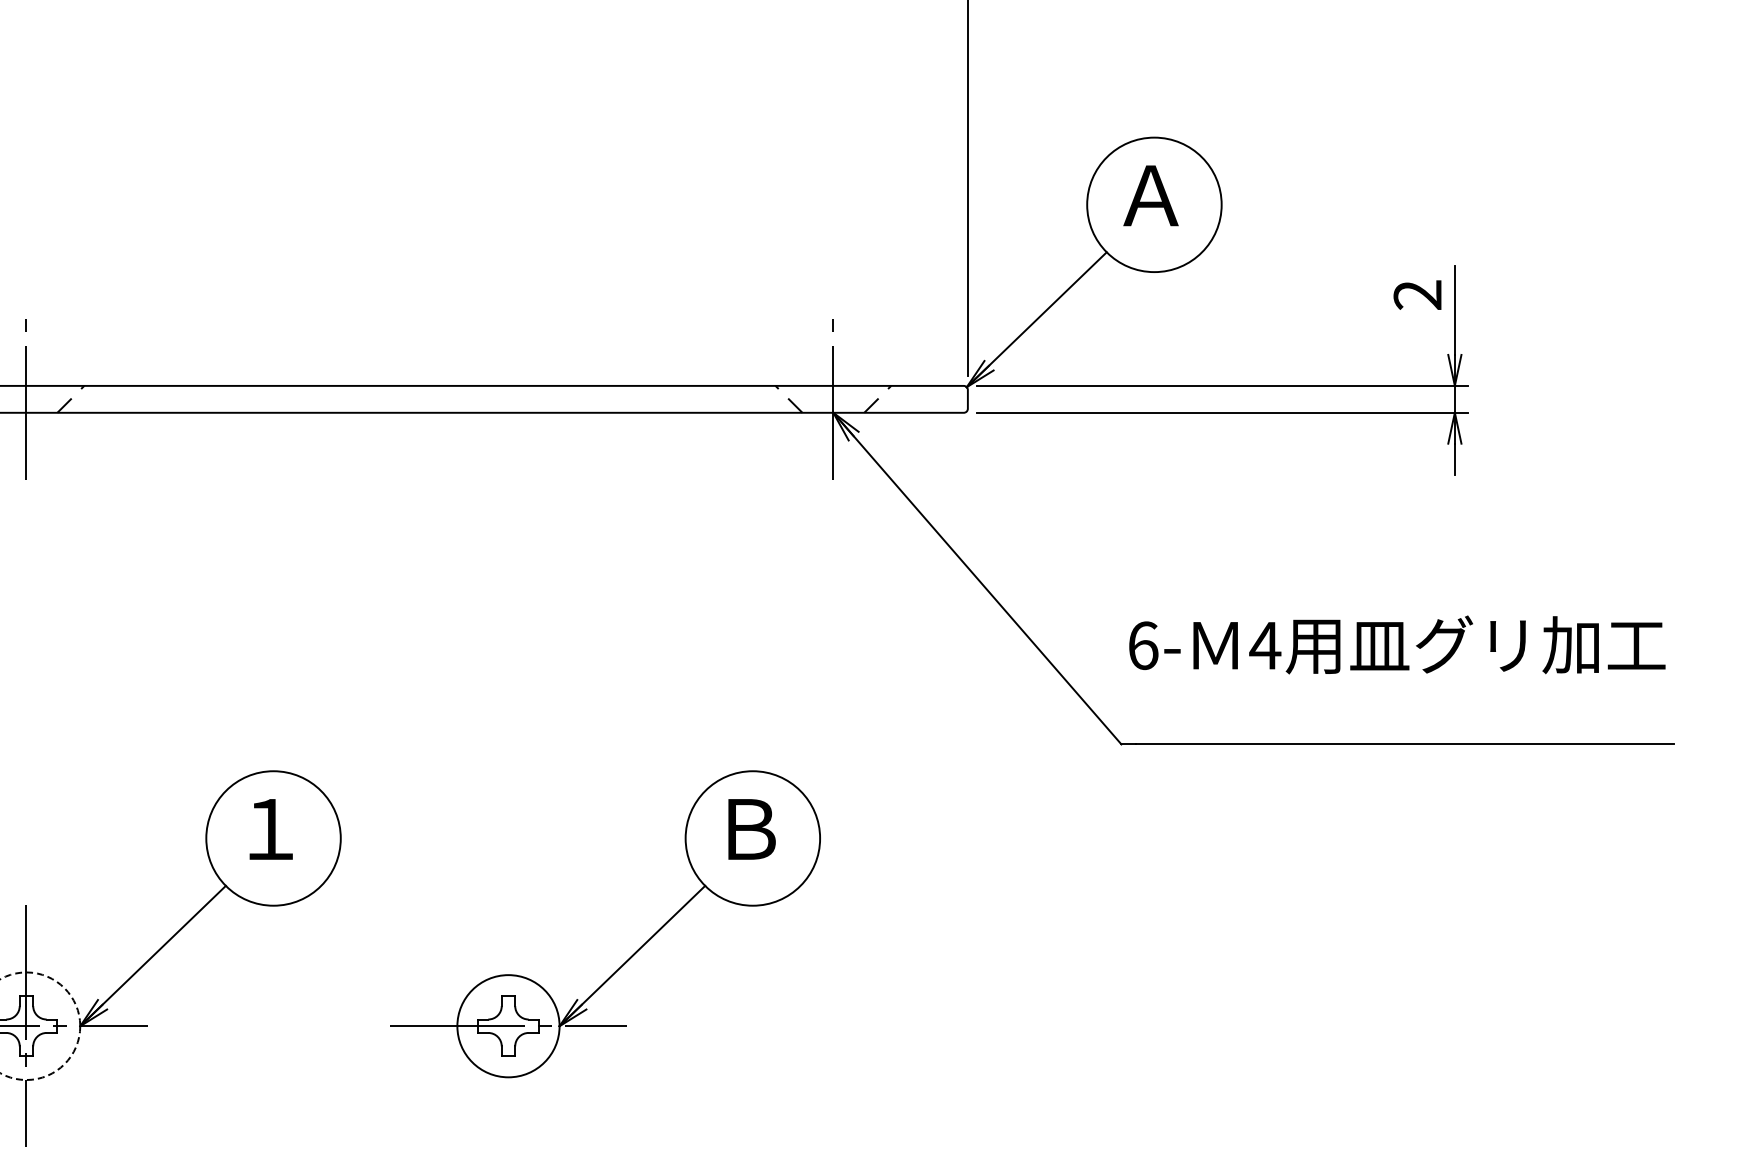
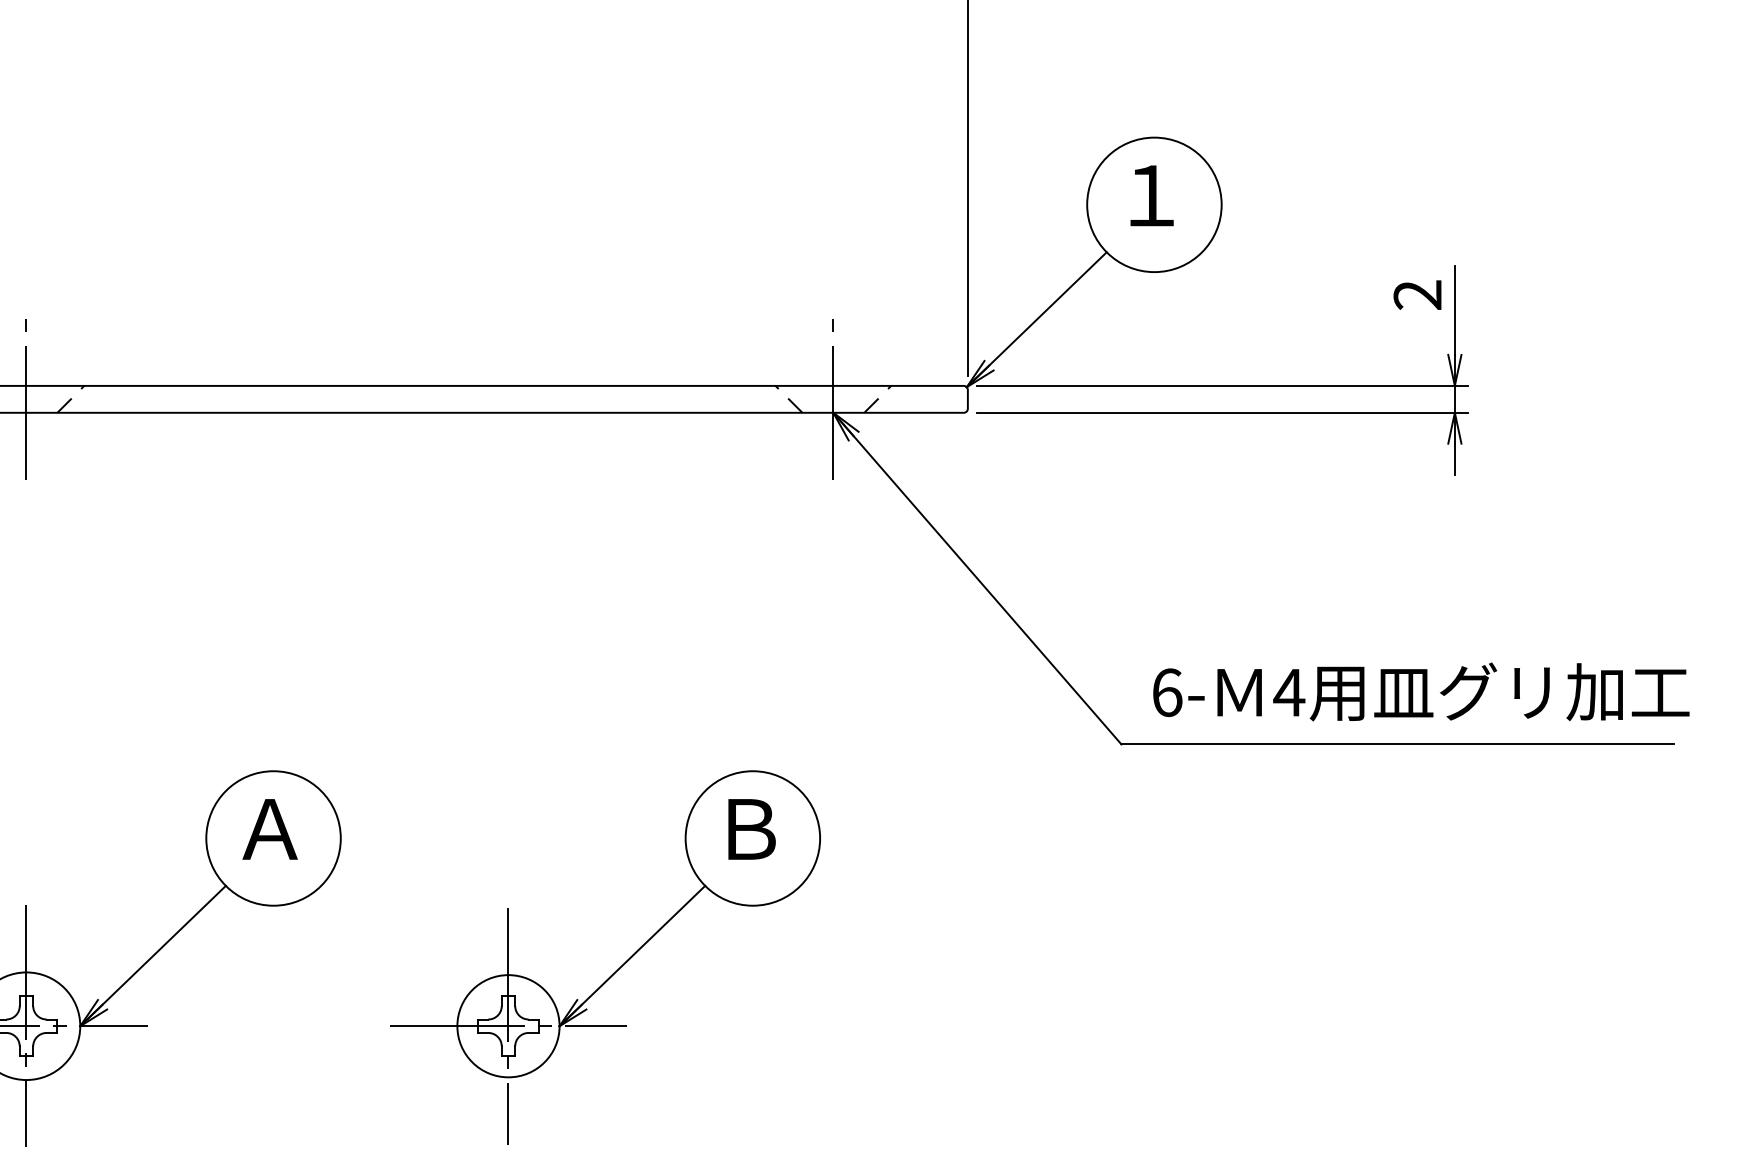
text at (1150, 195): Ａ -> １
text at (1397, 644) position: (1397, 644) -> (1421, 691)
text at (269, 829): １ -> Ａ
line at (508, 1025): none -> present
circle at (40, 1026): dashed -> solid
